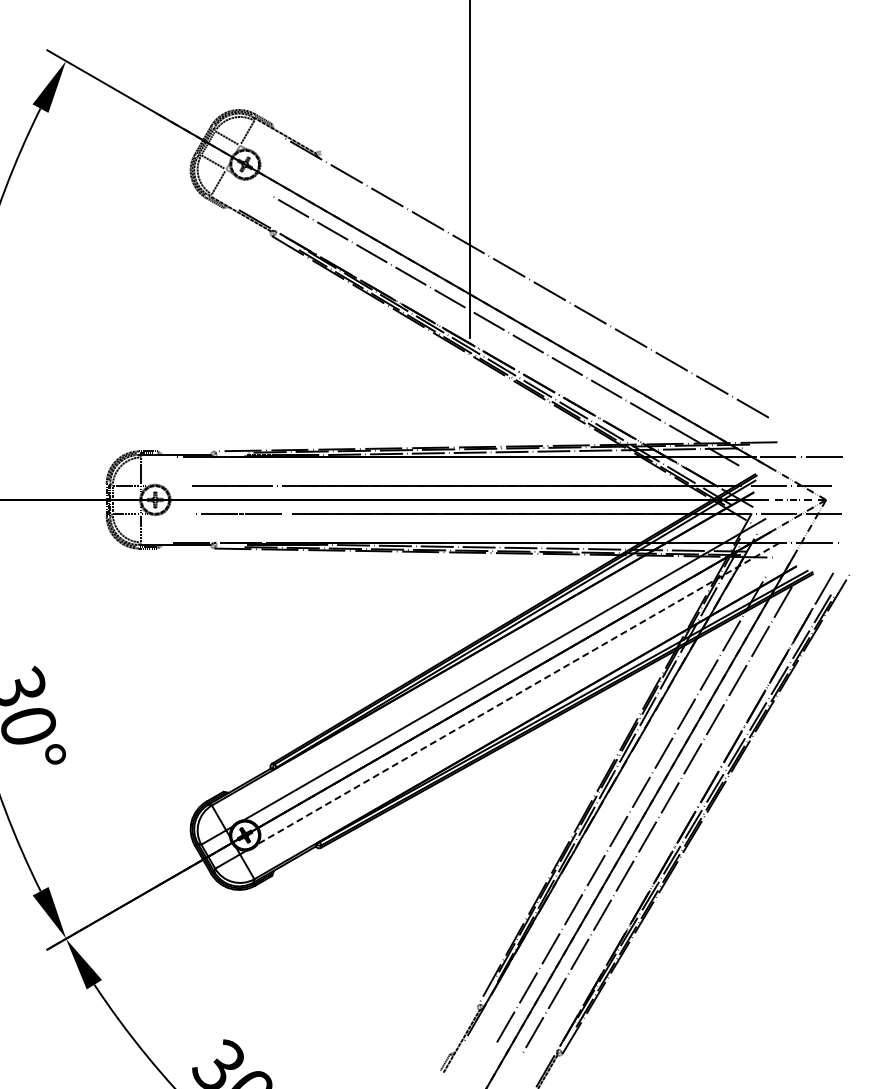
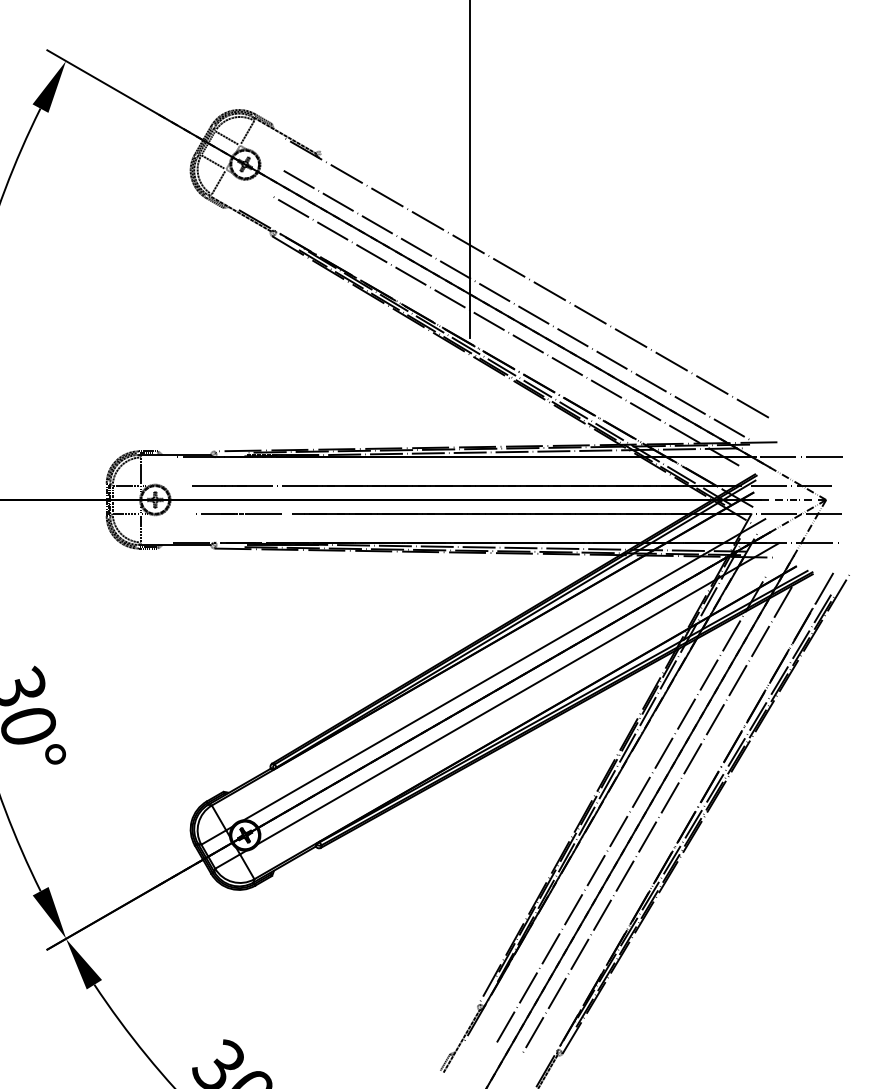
line at (518, 305): none -> present
line at (517, 693): dashed -> solid
